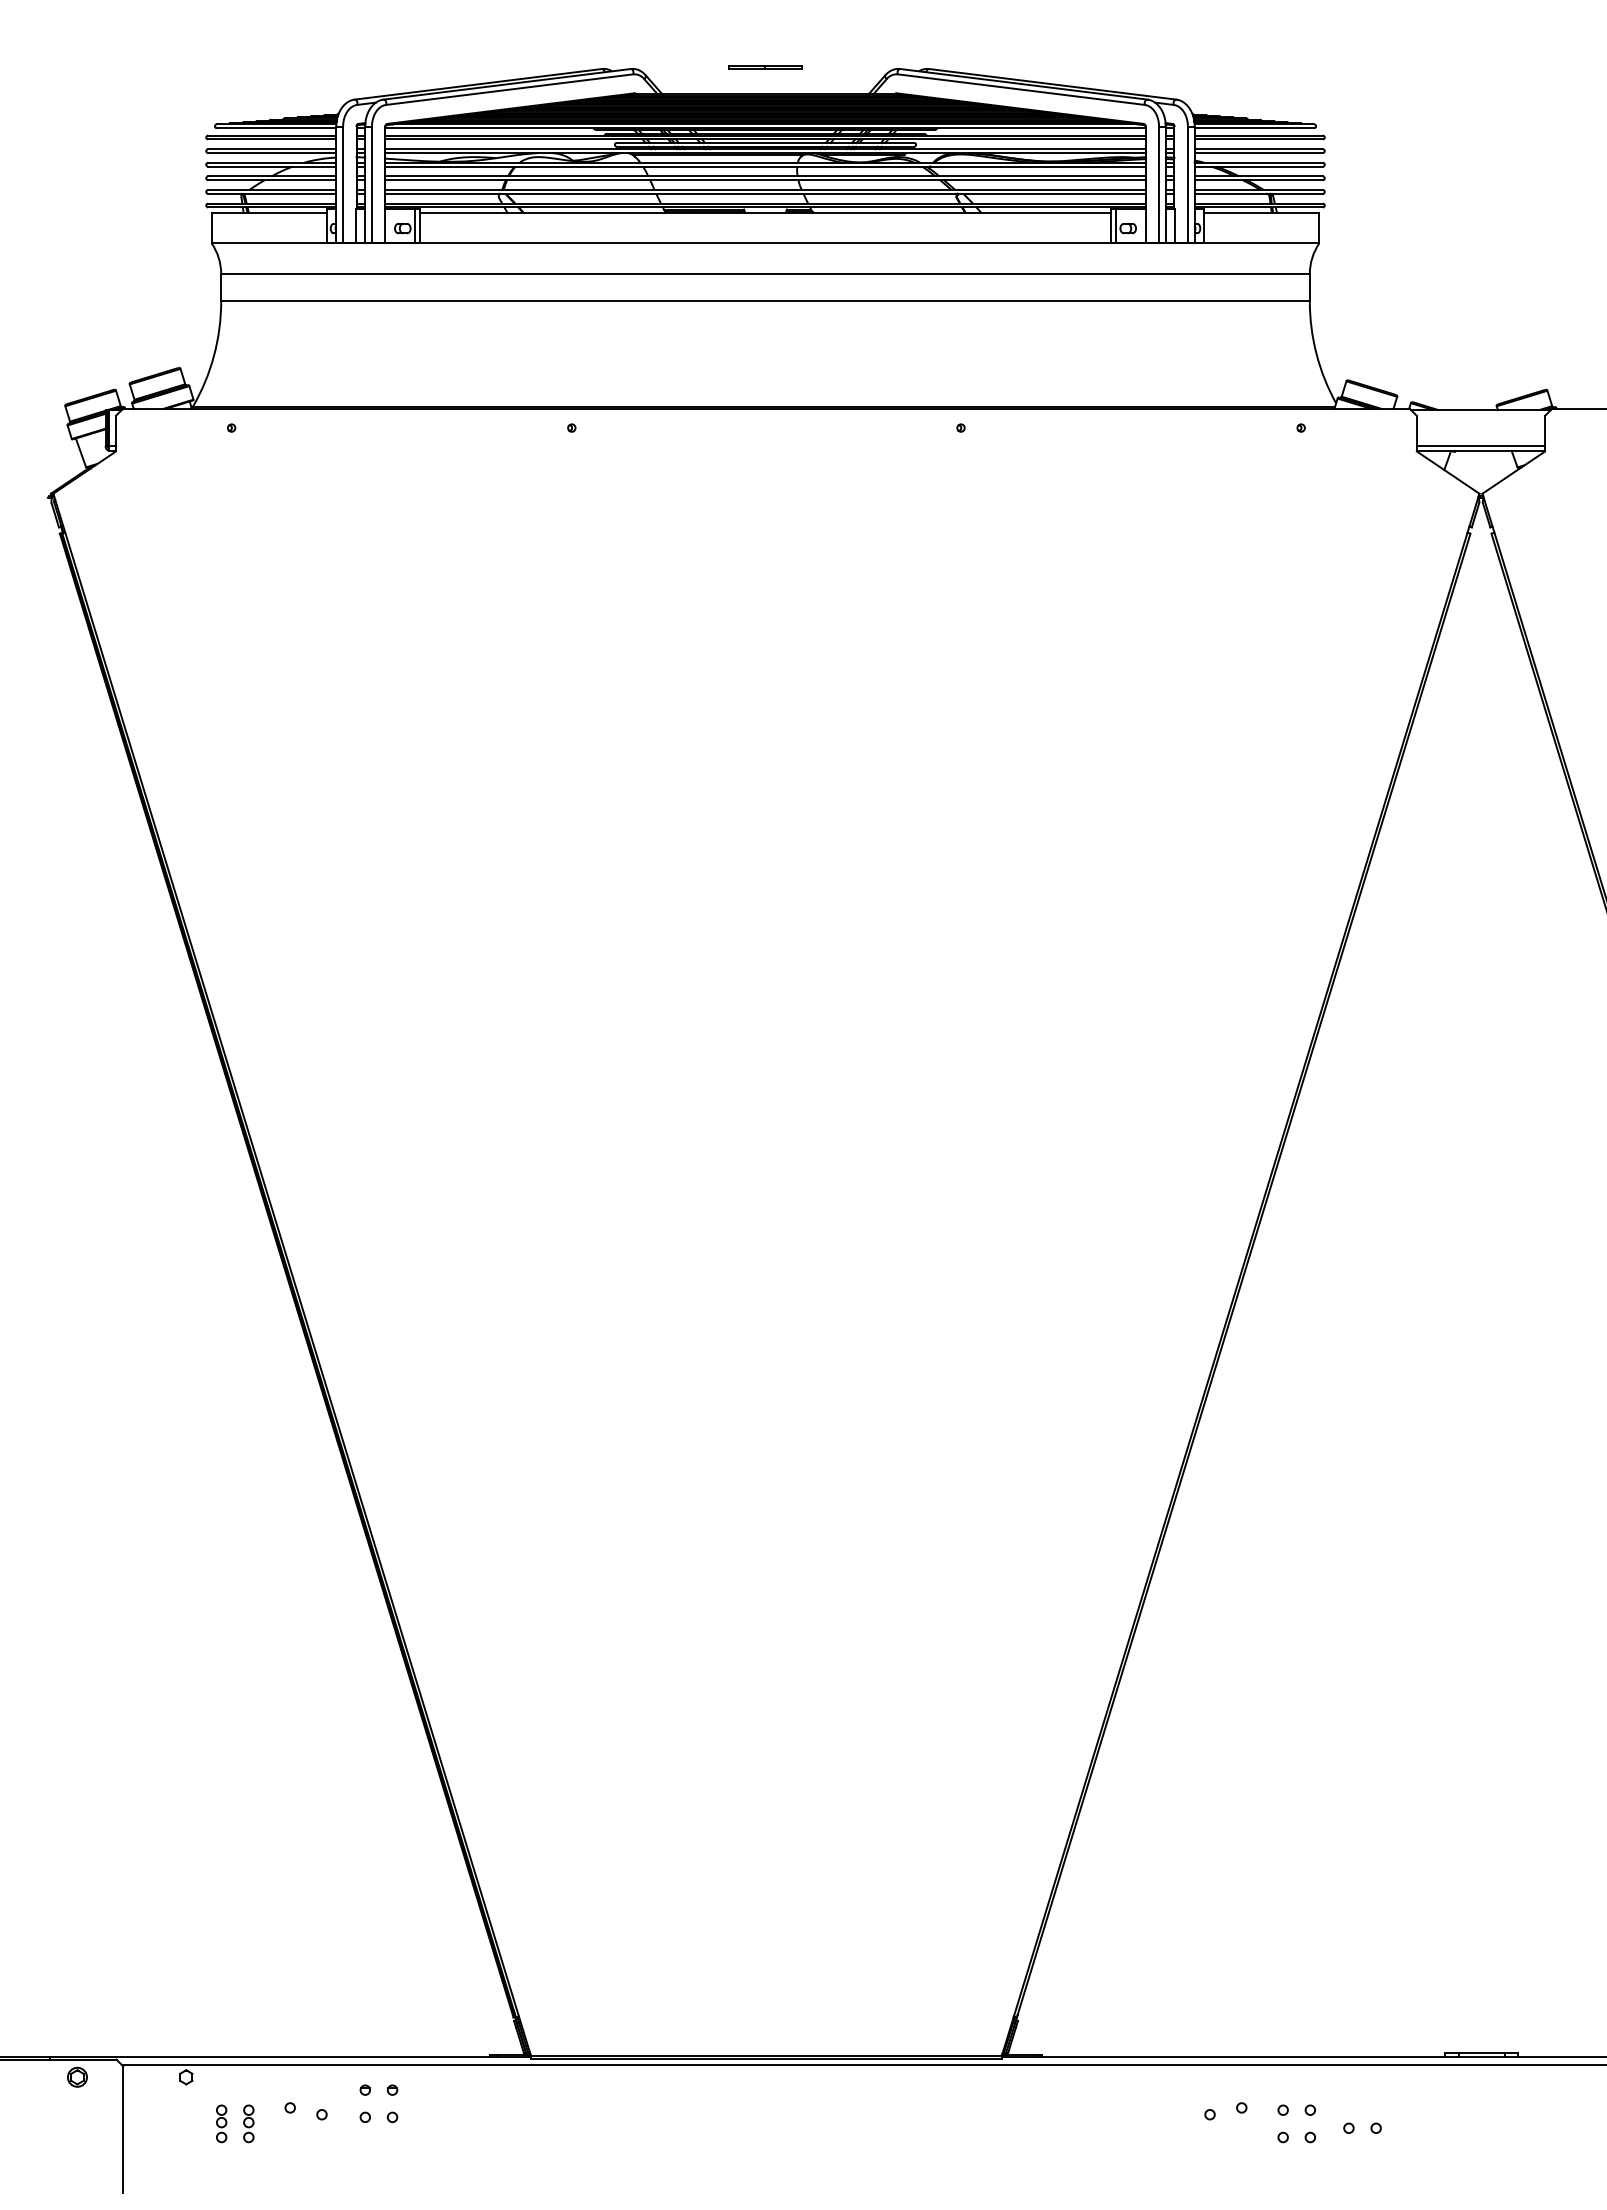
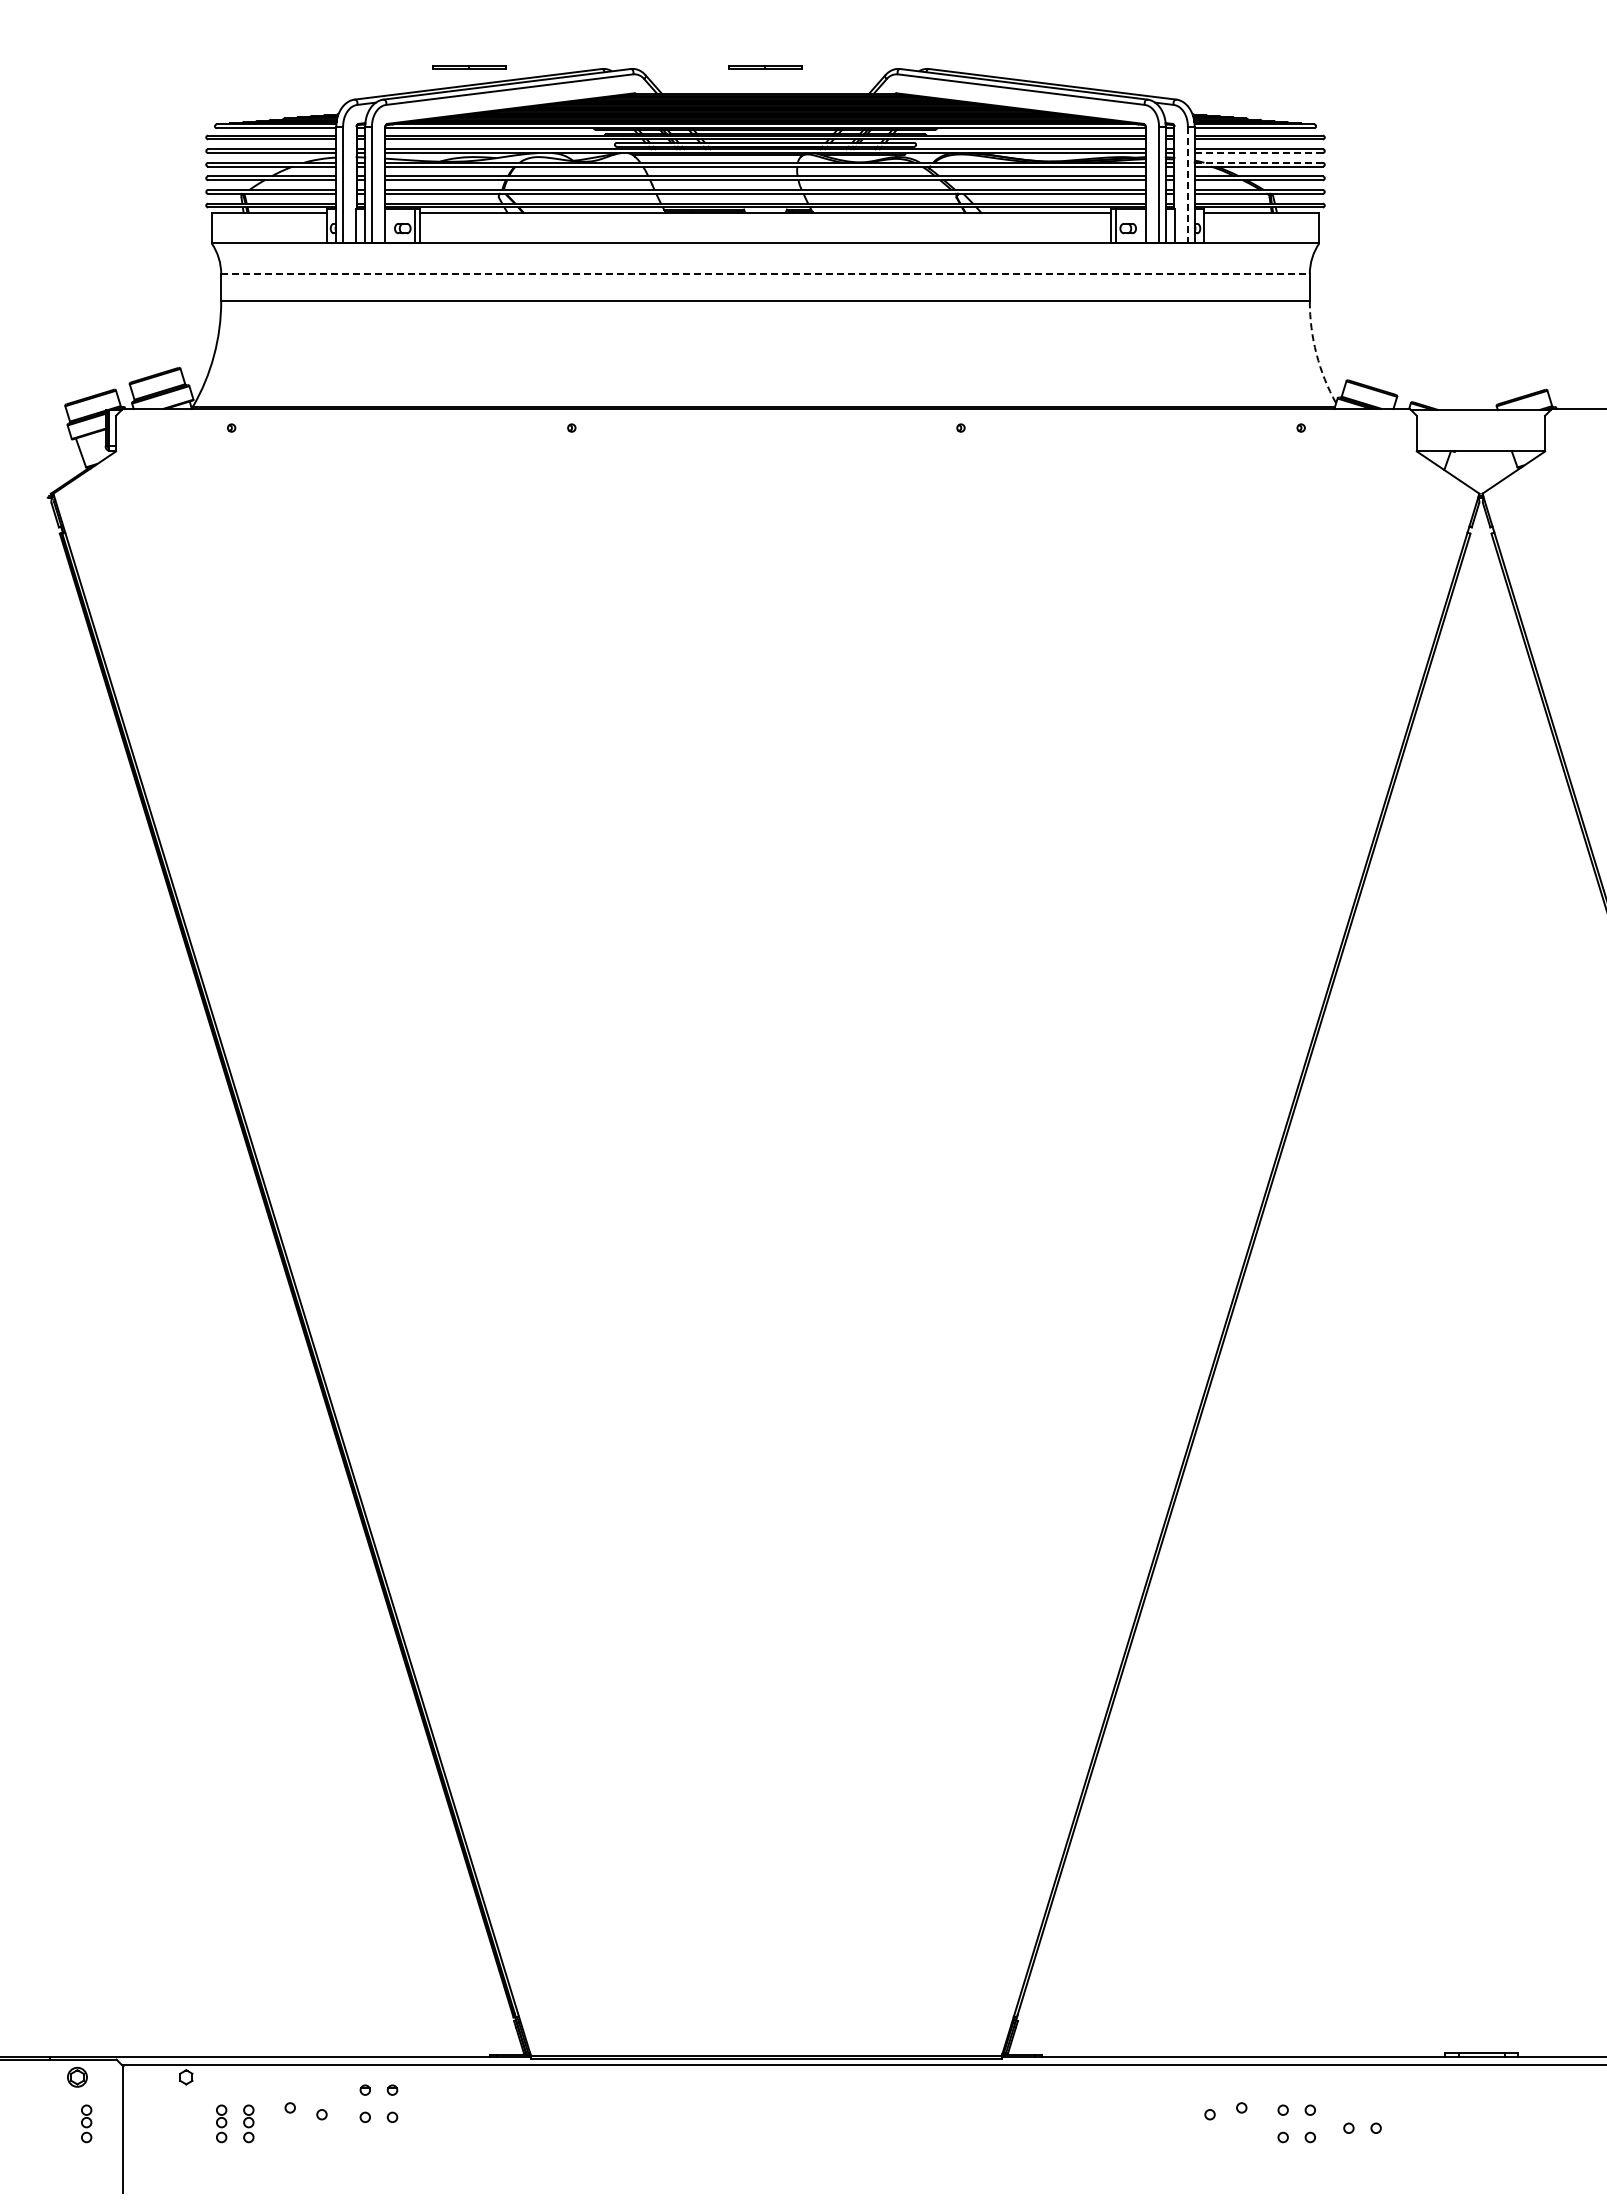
line at (469, 67): none -> present
line at (1259, 153): solid -> dashed
line at (1258, 162): solid -> dashed
line at (1187, 184): solid -> dashed
line at (766, 274): solid -> dashed
arc at (1316, 353): solid -> dashed
line at (1480, 446): present -> none
part at (86, 2123): none -> present
